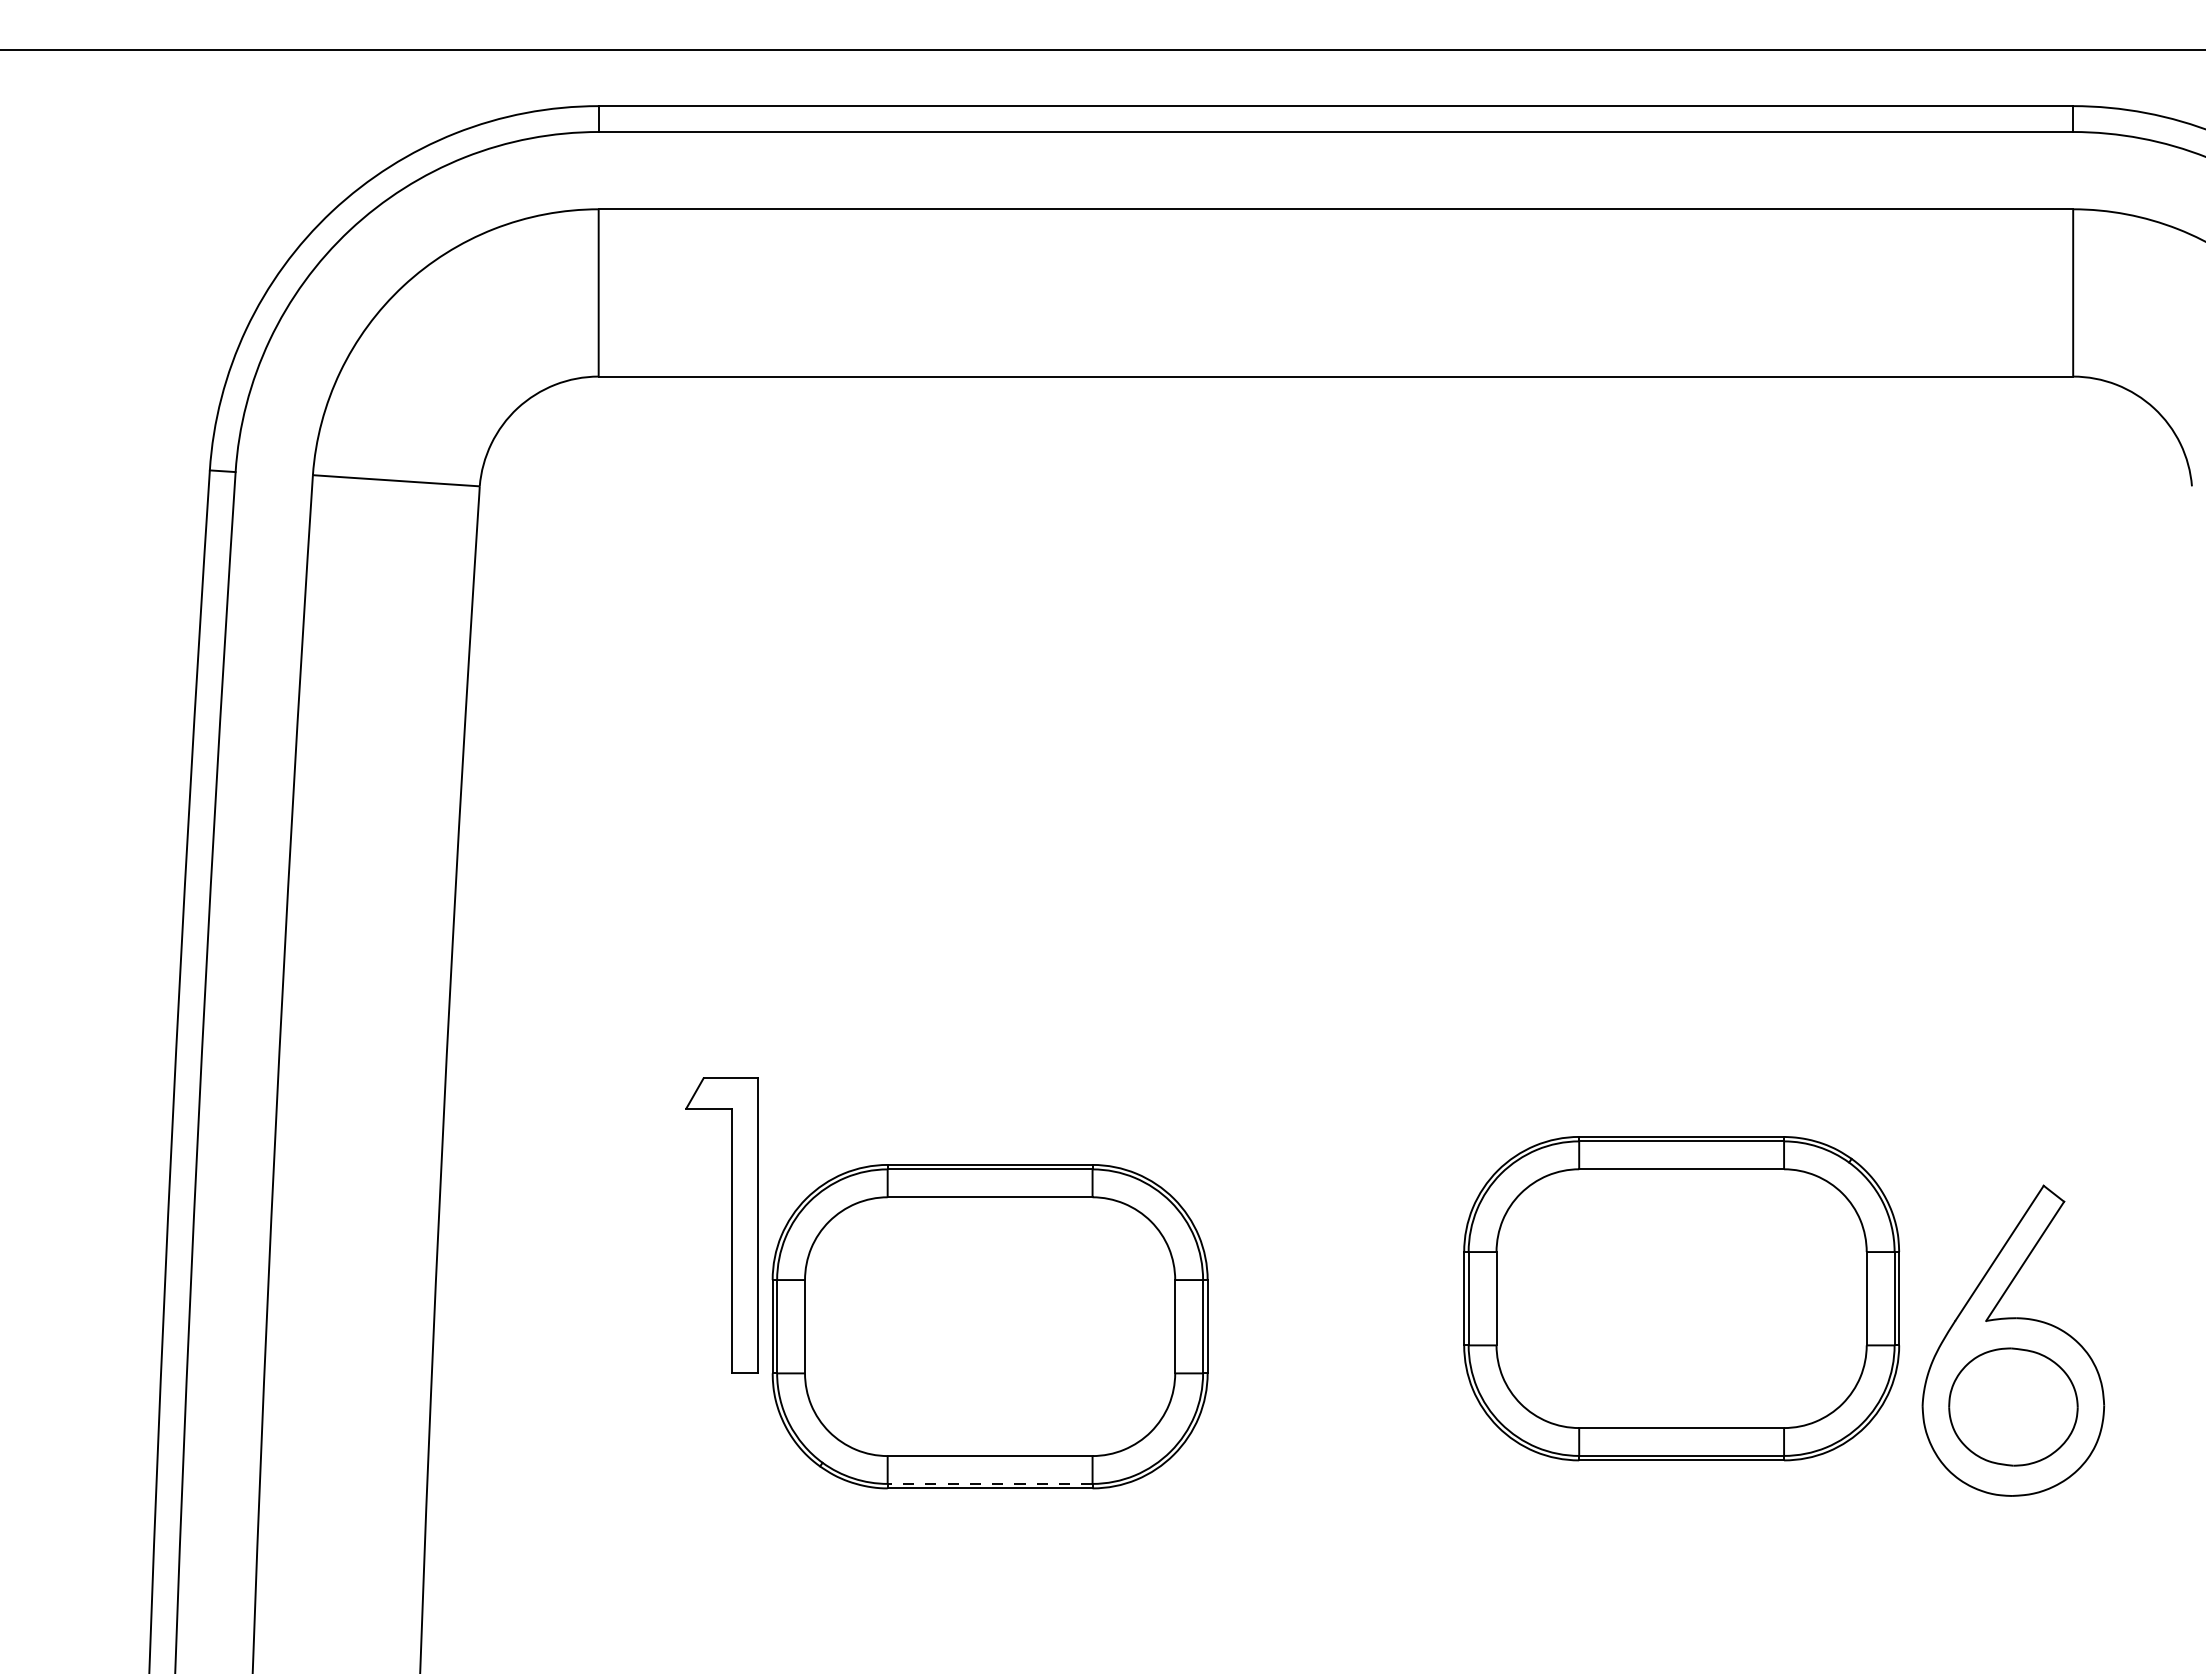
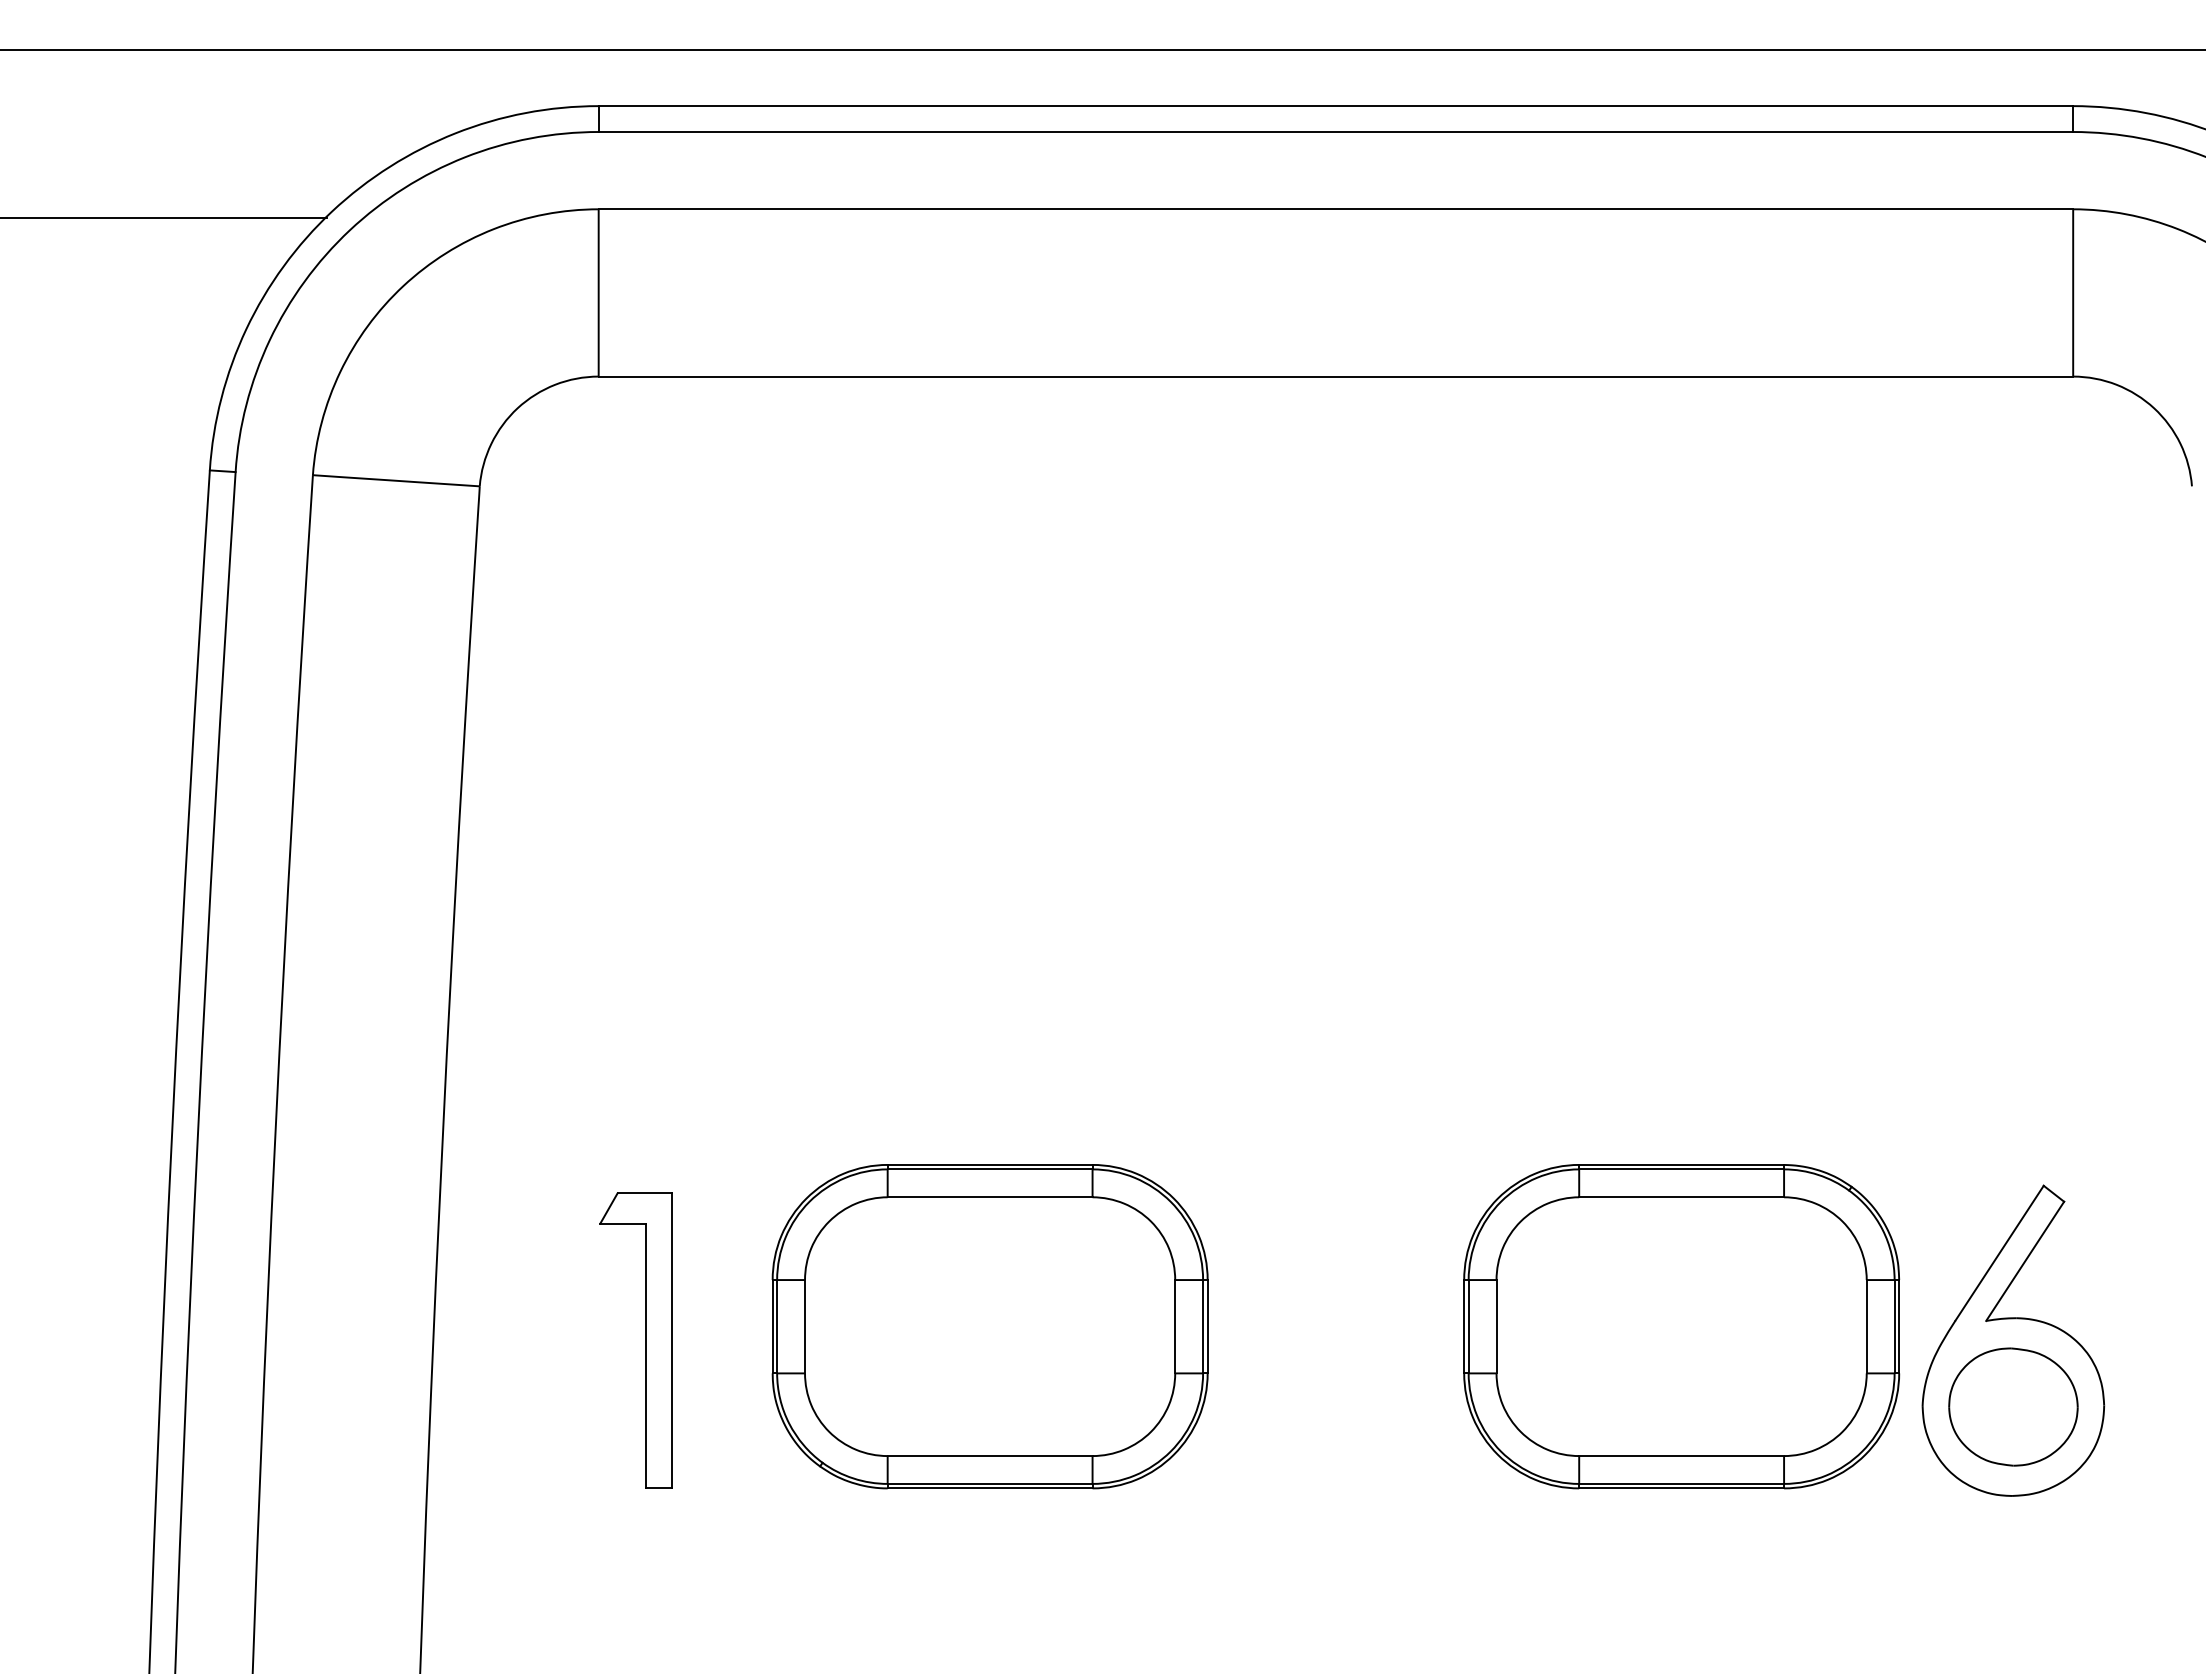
line at (164, 217): none -> present
part at (731, 1225) position: (731, 1225) -> (645, 1340)
part at (1681, 1298) position: (1681, 1298) -> (1681, 1326)
line at (989, 1483): dashed -> solid
